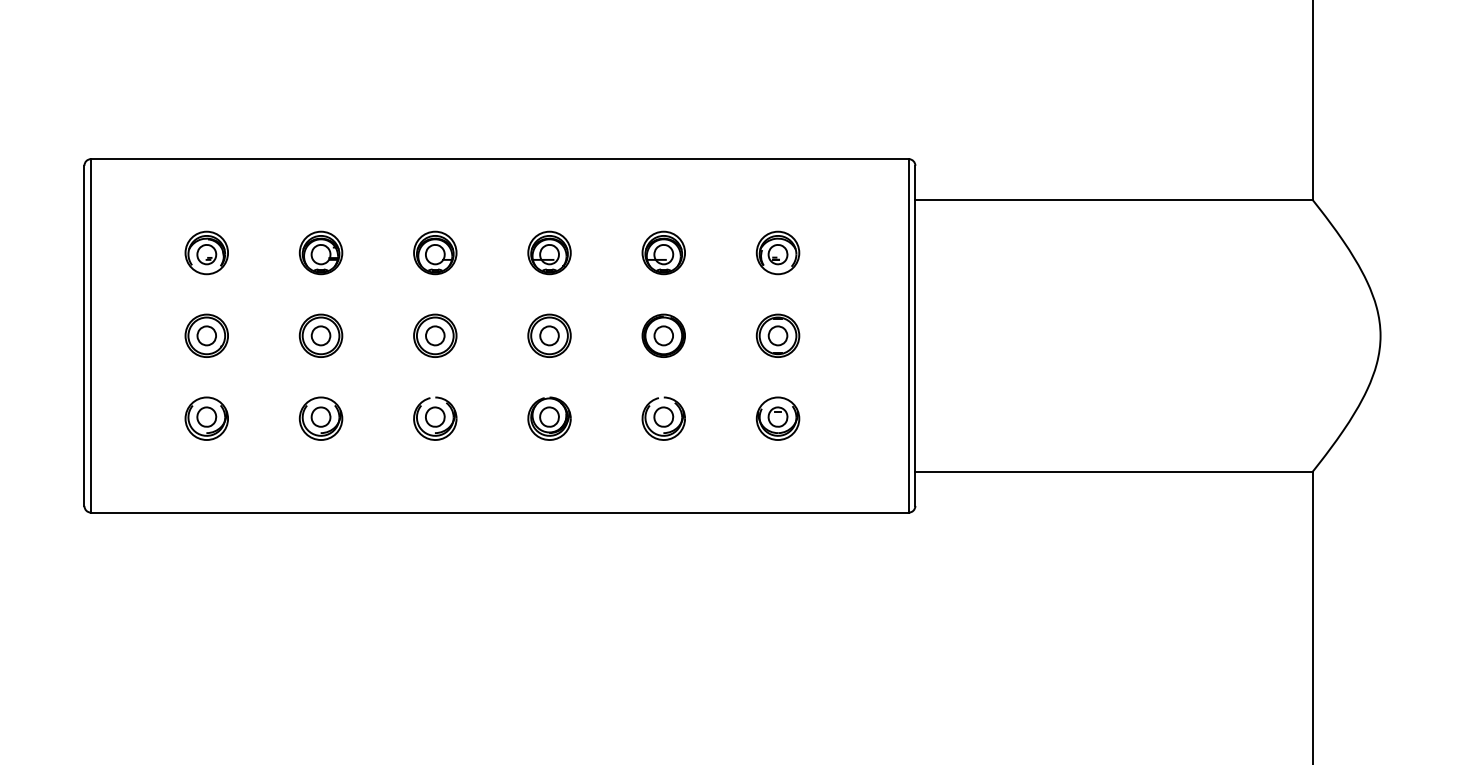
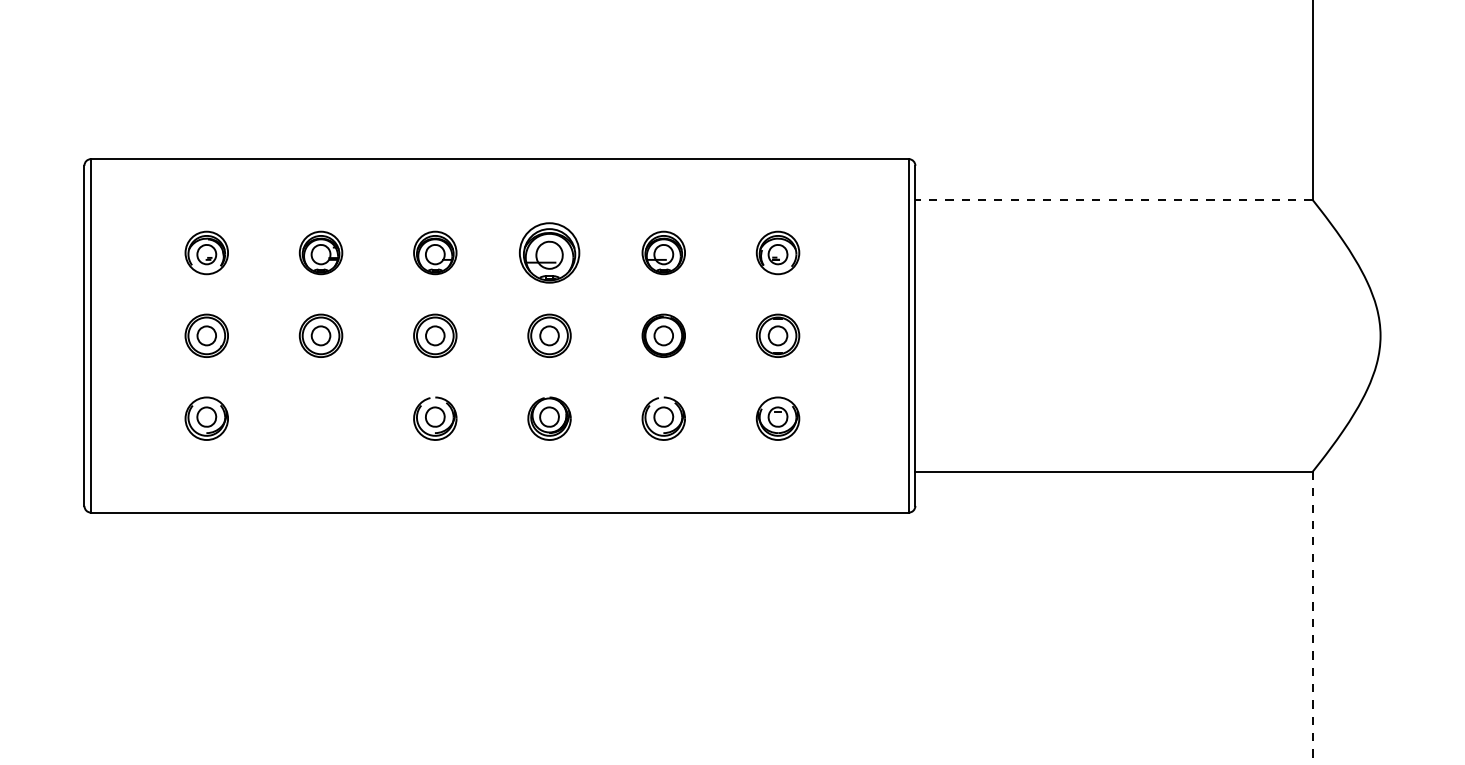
line at (1114, 199): solid -> dashed
part at (549, 252) size: 45x46 px -> 62x62 px
part at (320, 418): present -> none
line at (1312, 618): solid -> dashed
